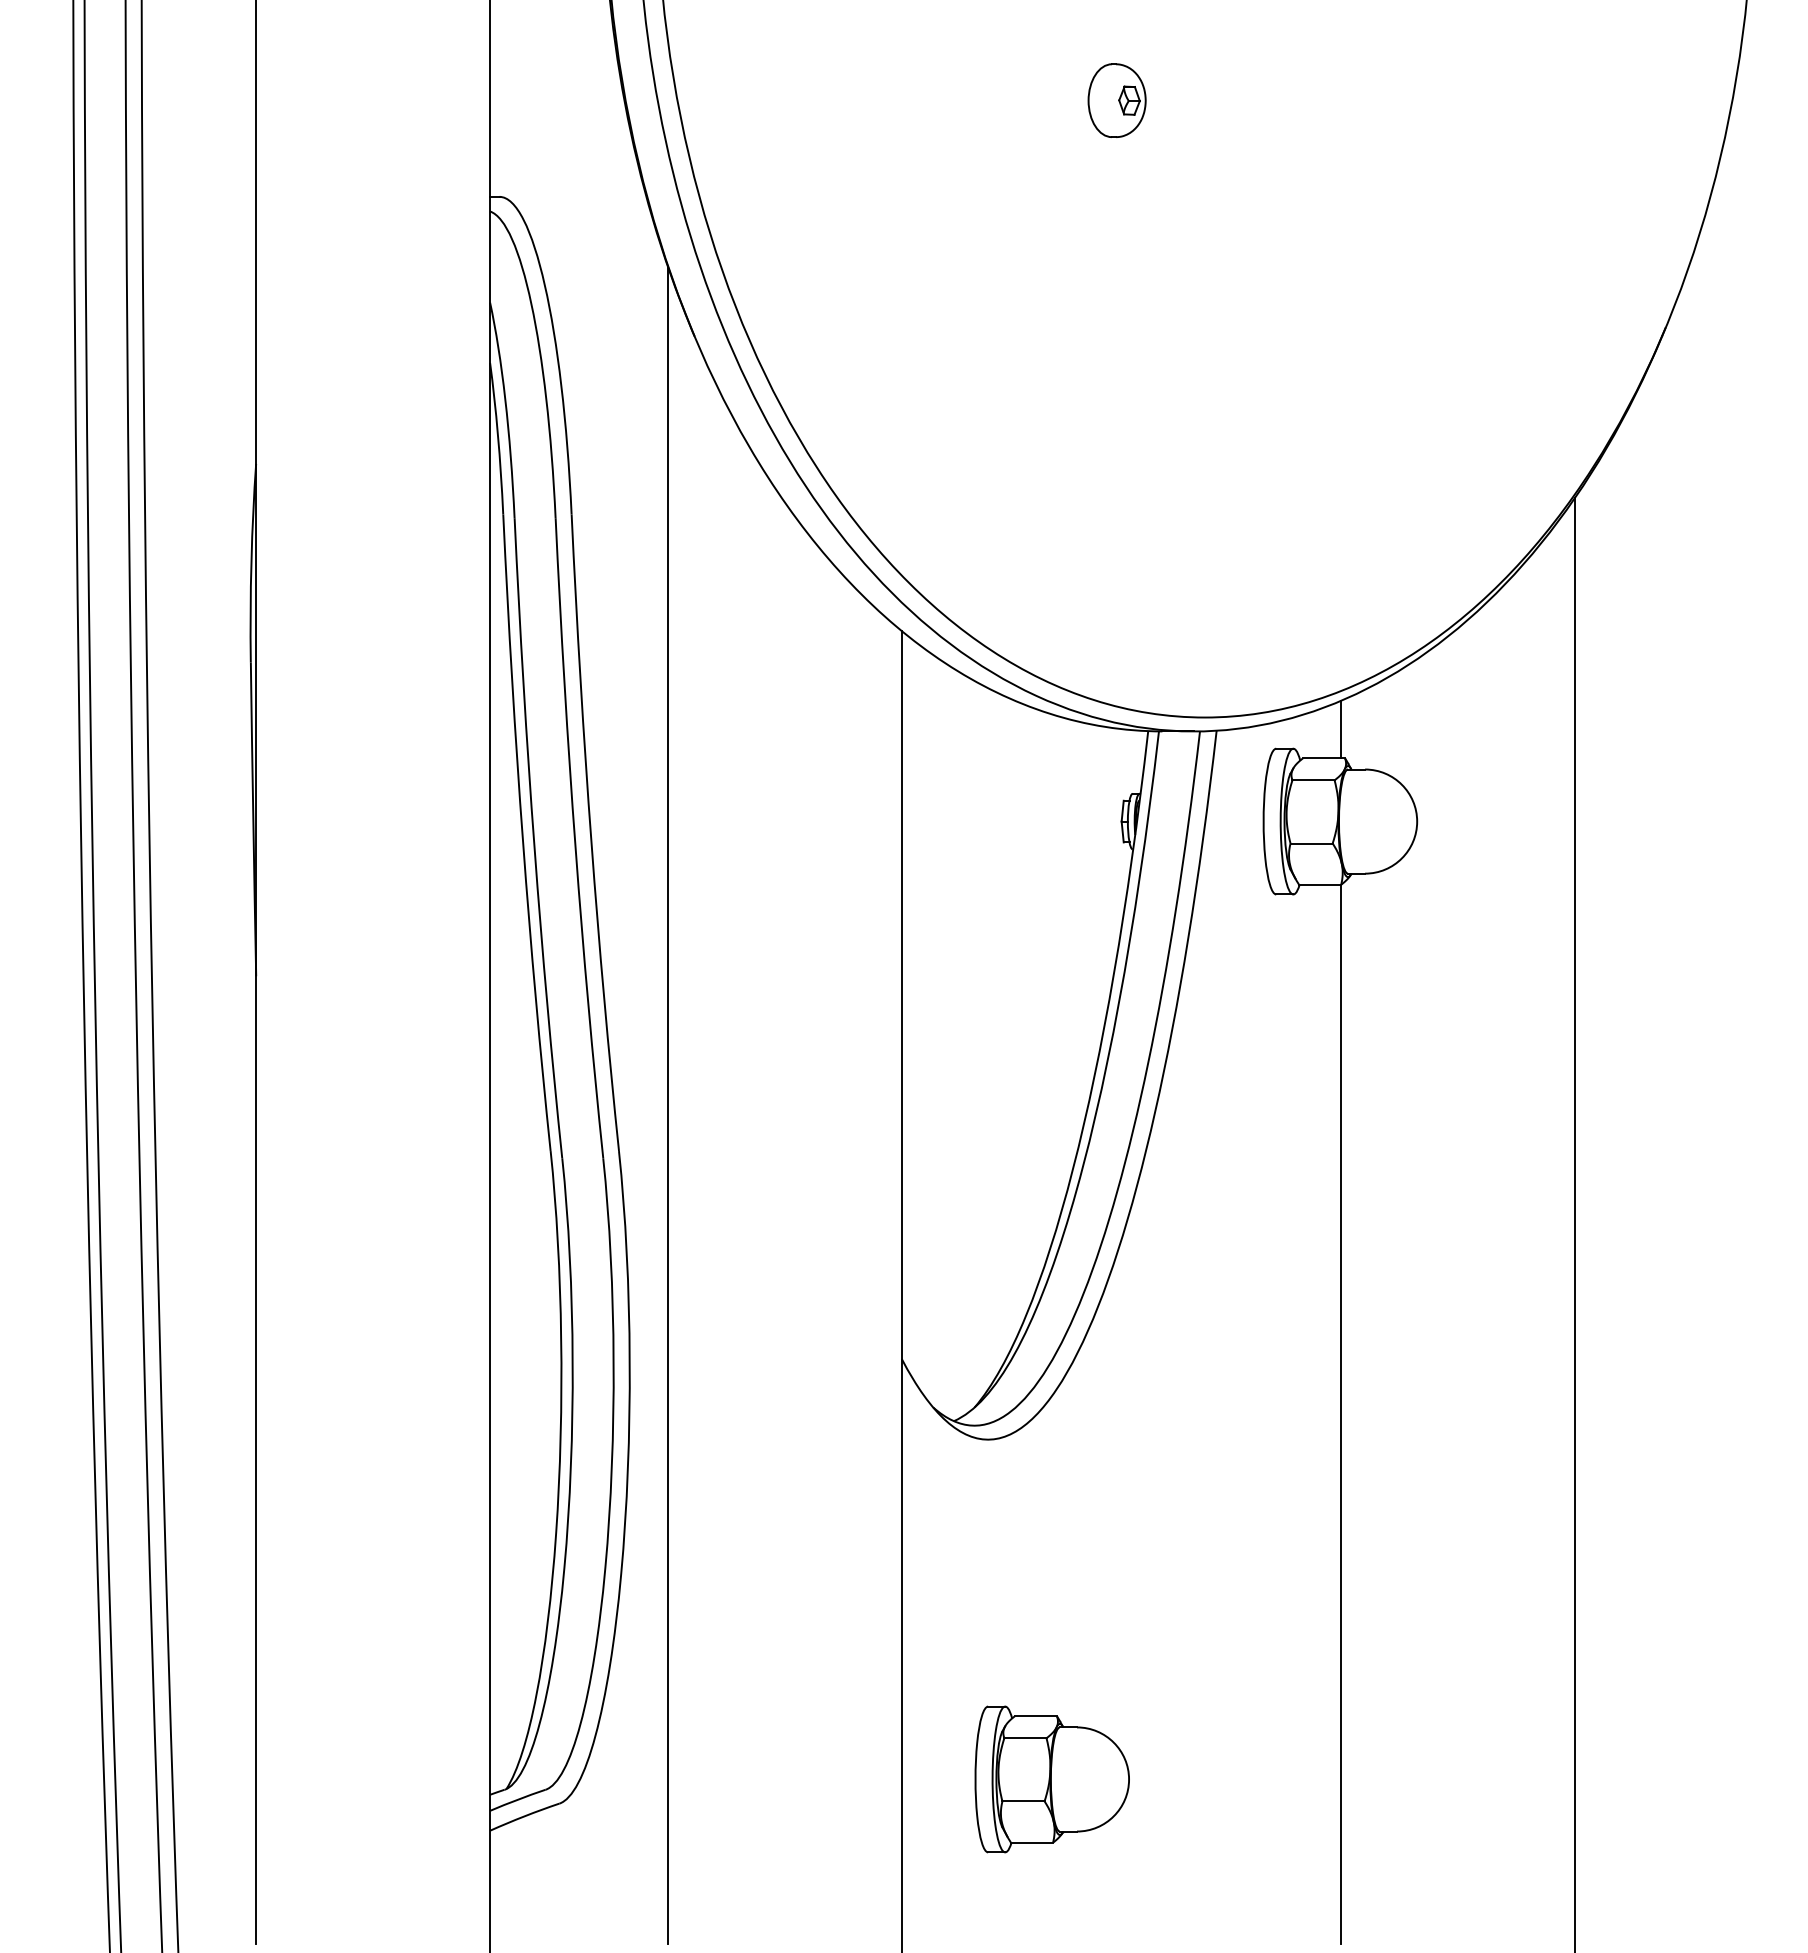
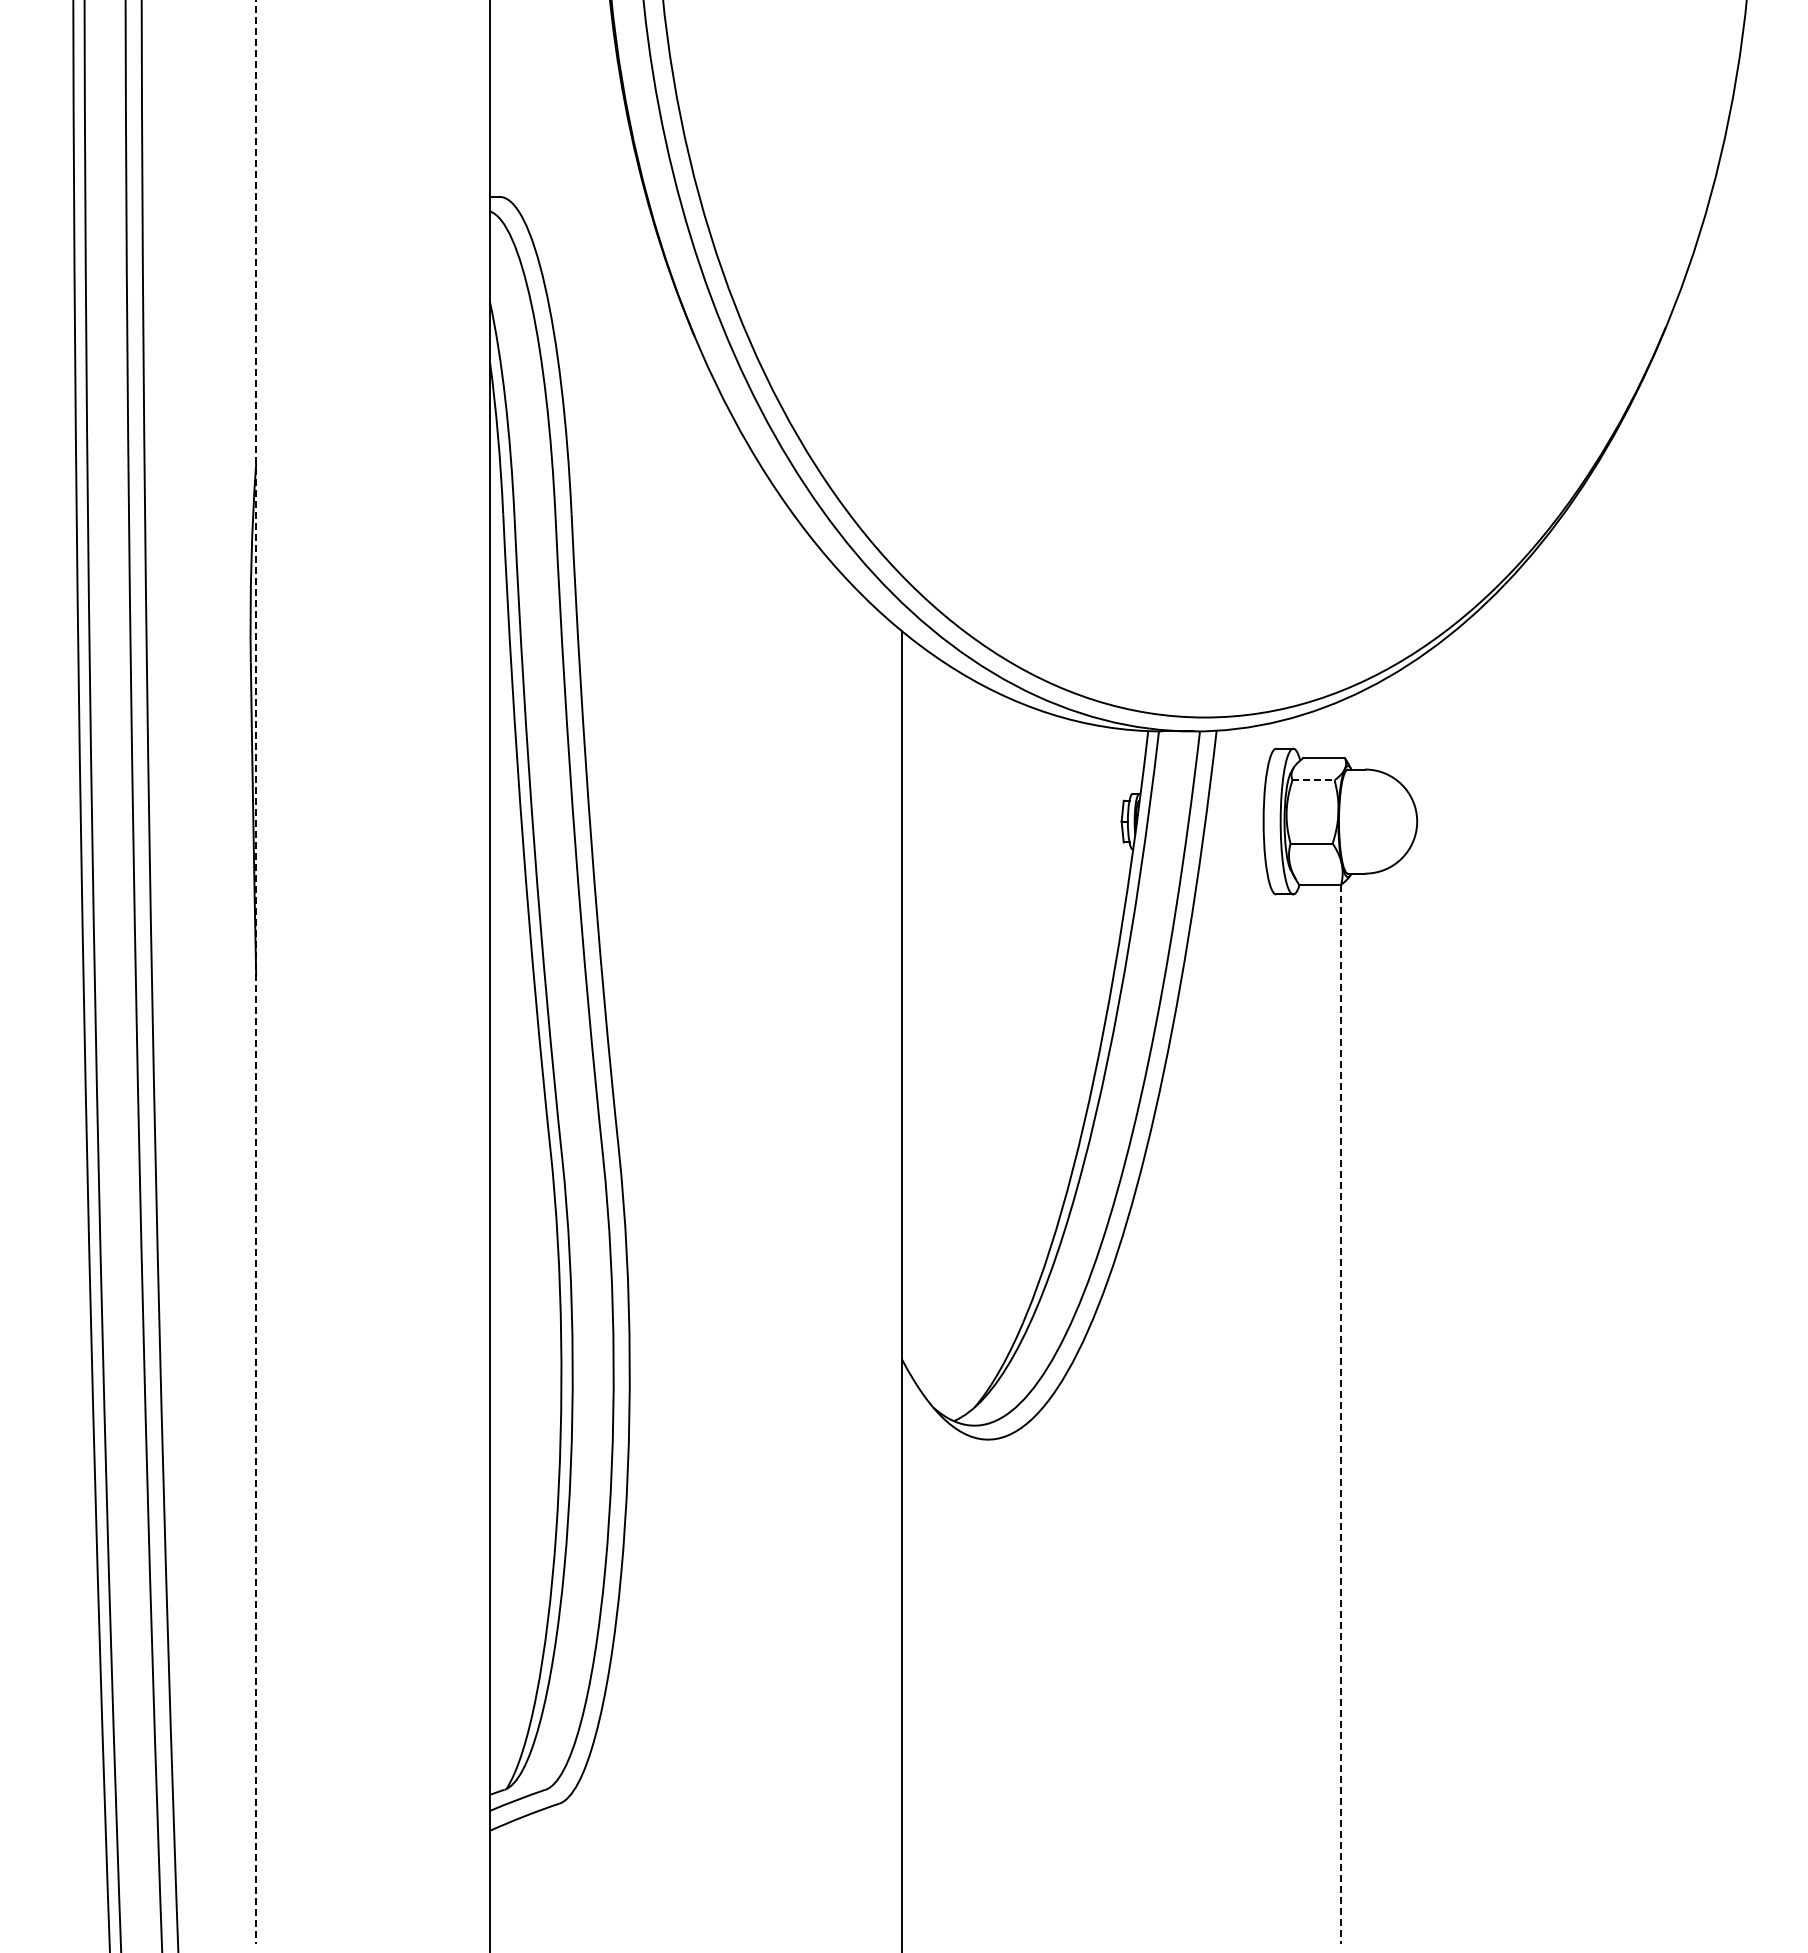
part at (1116, 100): present -> none
line at (1341, 729): present -> none
line at (1314, 780): solid -> dashed
line at (256, 972): solid -> dashed
line at (667, 1104): present -> none
line at (1575, 1223): present -> none
line at (1341, 1414): solid -> dashed
part at (1051, 1779): present -> none
